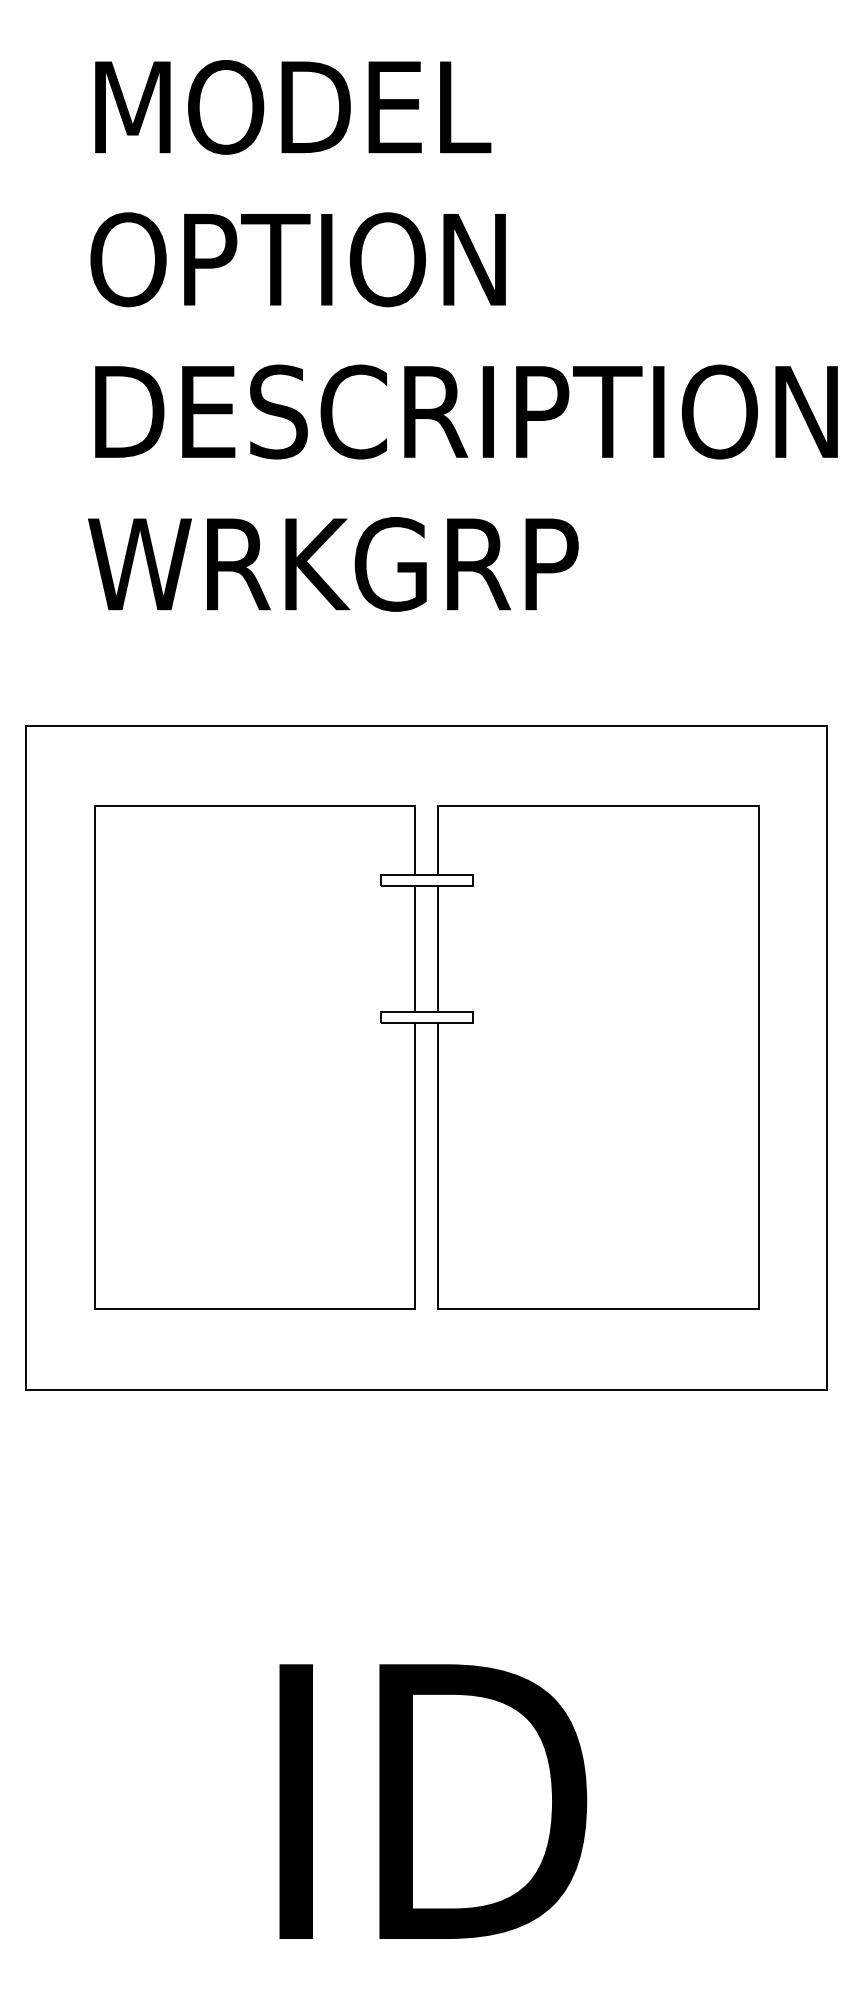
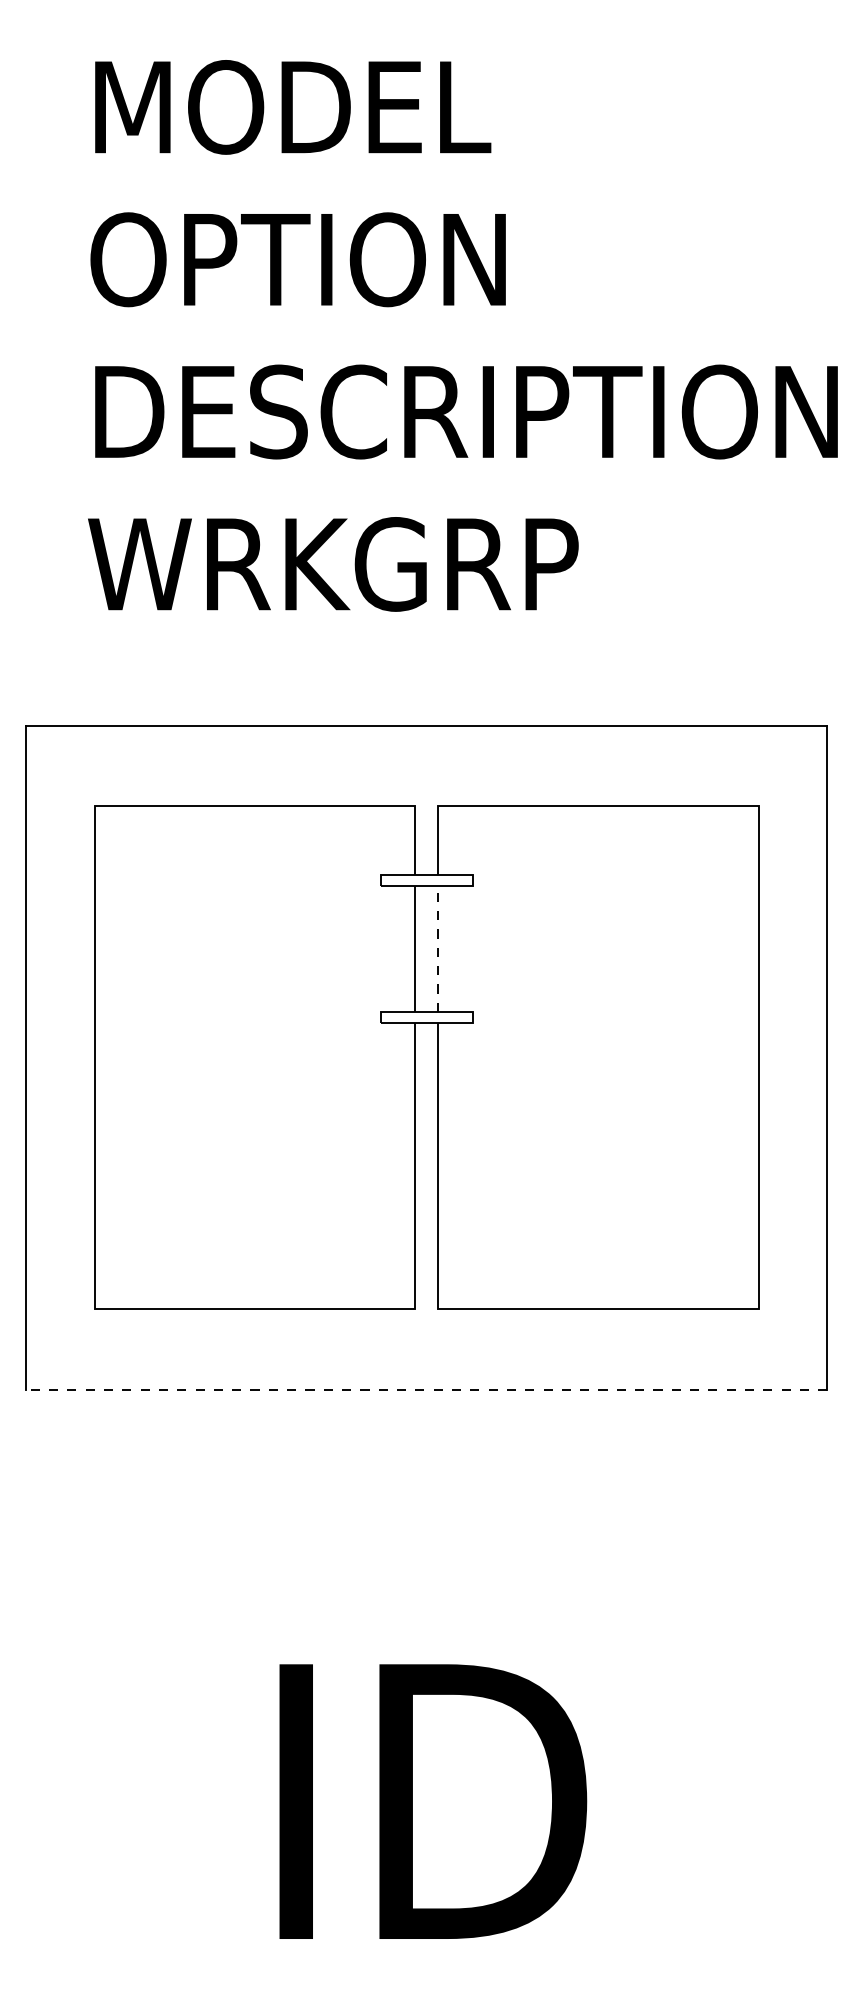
line at (438, 948): solid -> dashed
line at (426, 1389): solid -> dashed
